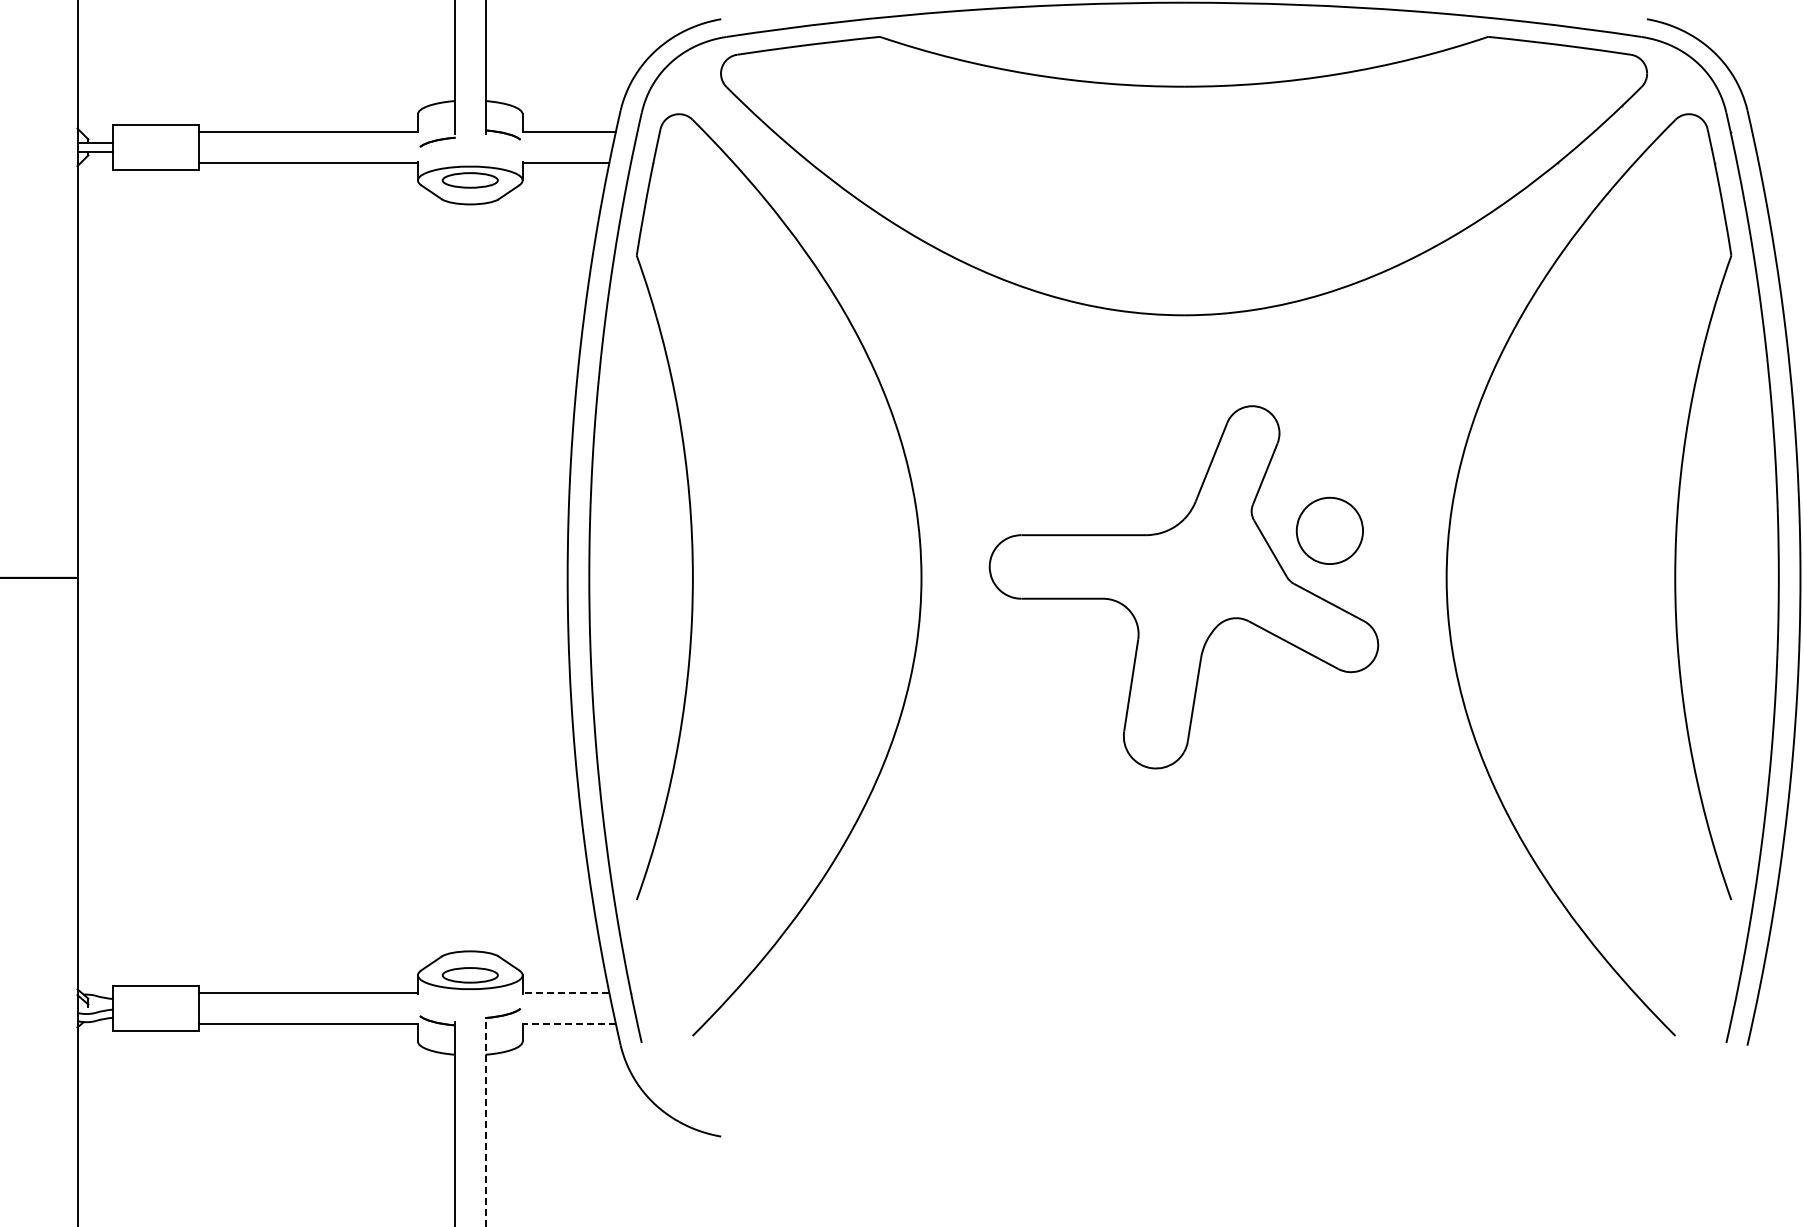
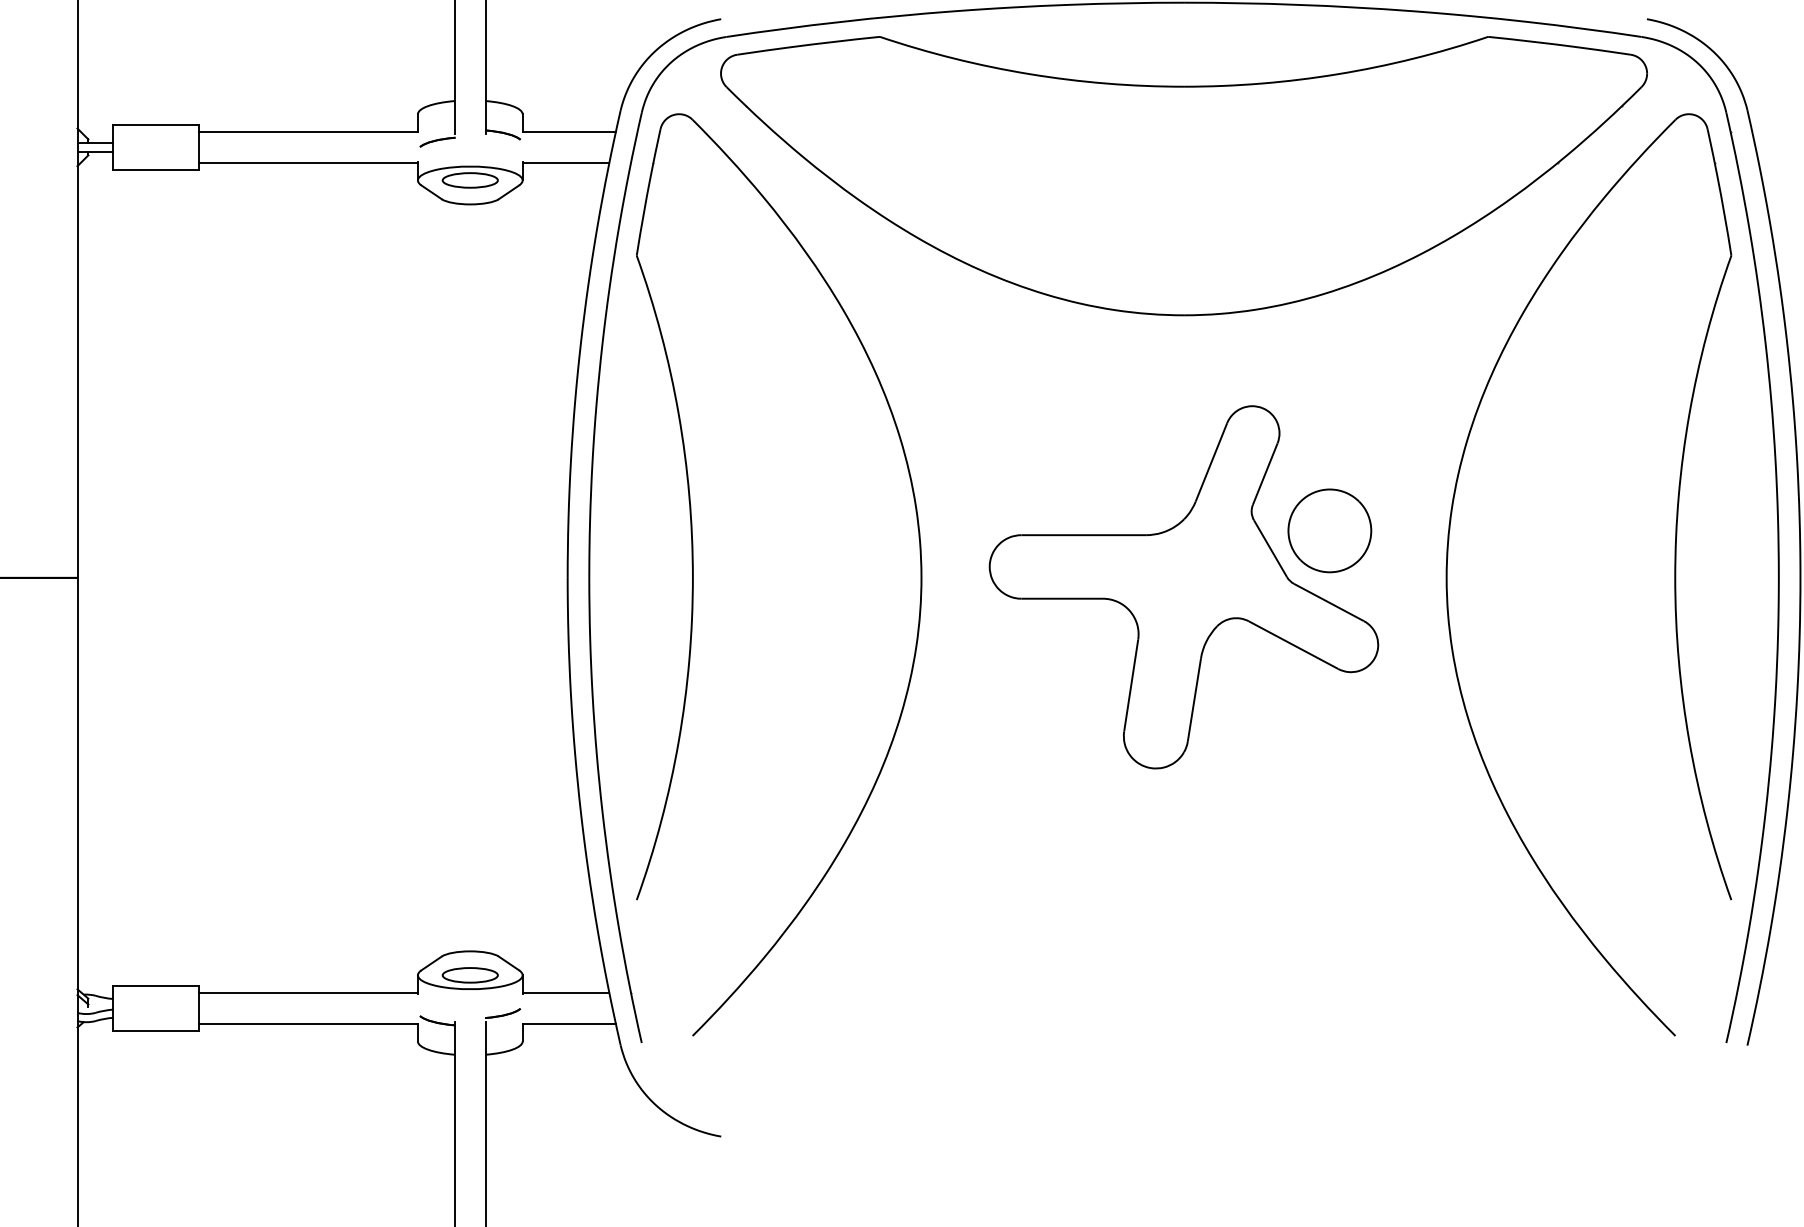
part at (1329, 530) size: 69x69 px -> 86x86 px
line at (565, 993): dashed -> solid
line at (569, 1023): dashed -> solid
line at (485, 1124): dashed -> solid
